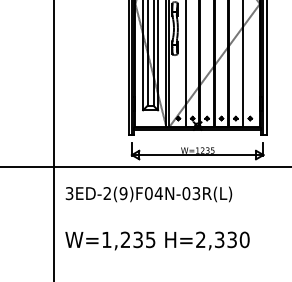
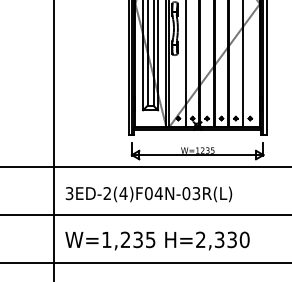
text at (123, 193): 3ED-2(9)F04N-03R(L) -> 3ED-2(4)F04N-03R(L)
line at (145, 214): none -> present
line at (145, 262): none -> present
